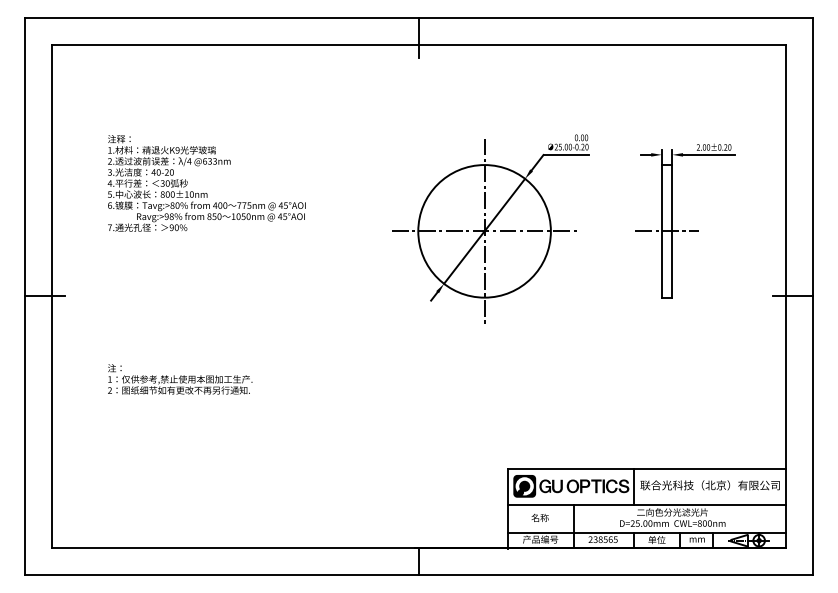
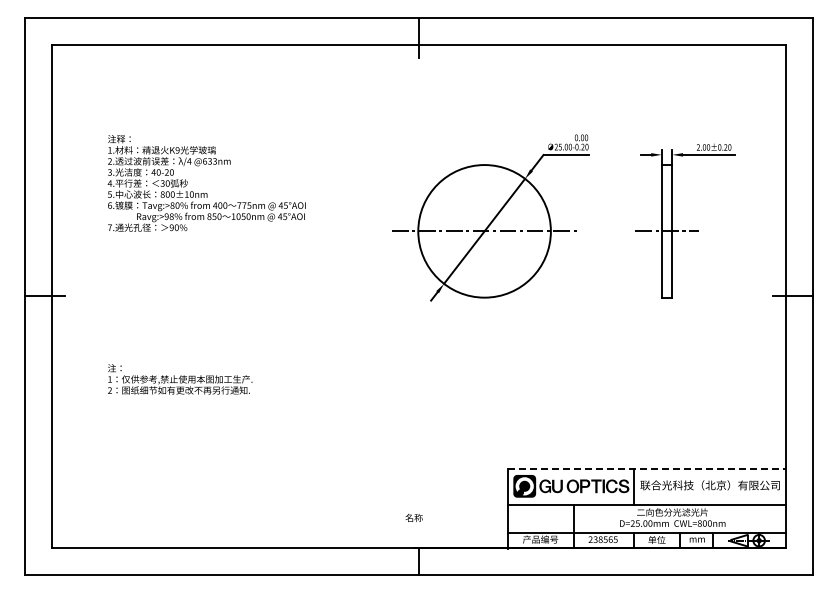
line at (484, 231): present -> none
line at (647, 468): solid -> dashed
text at (539, 517) position: (539, 517) -> (413, 517)
